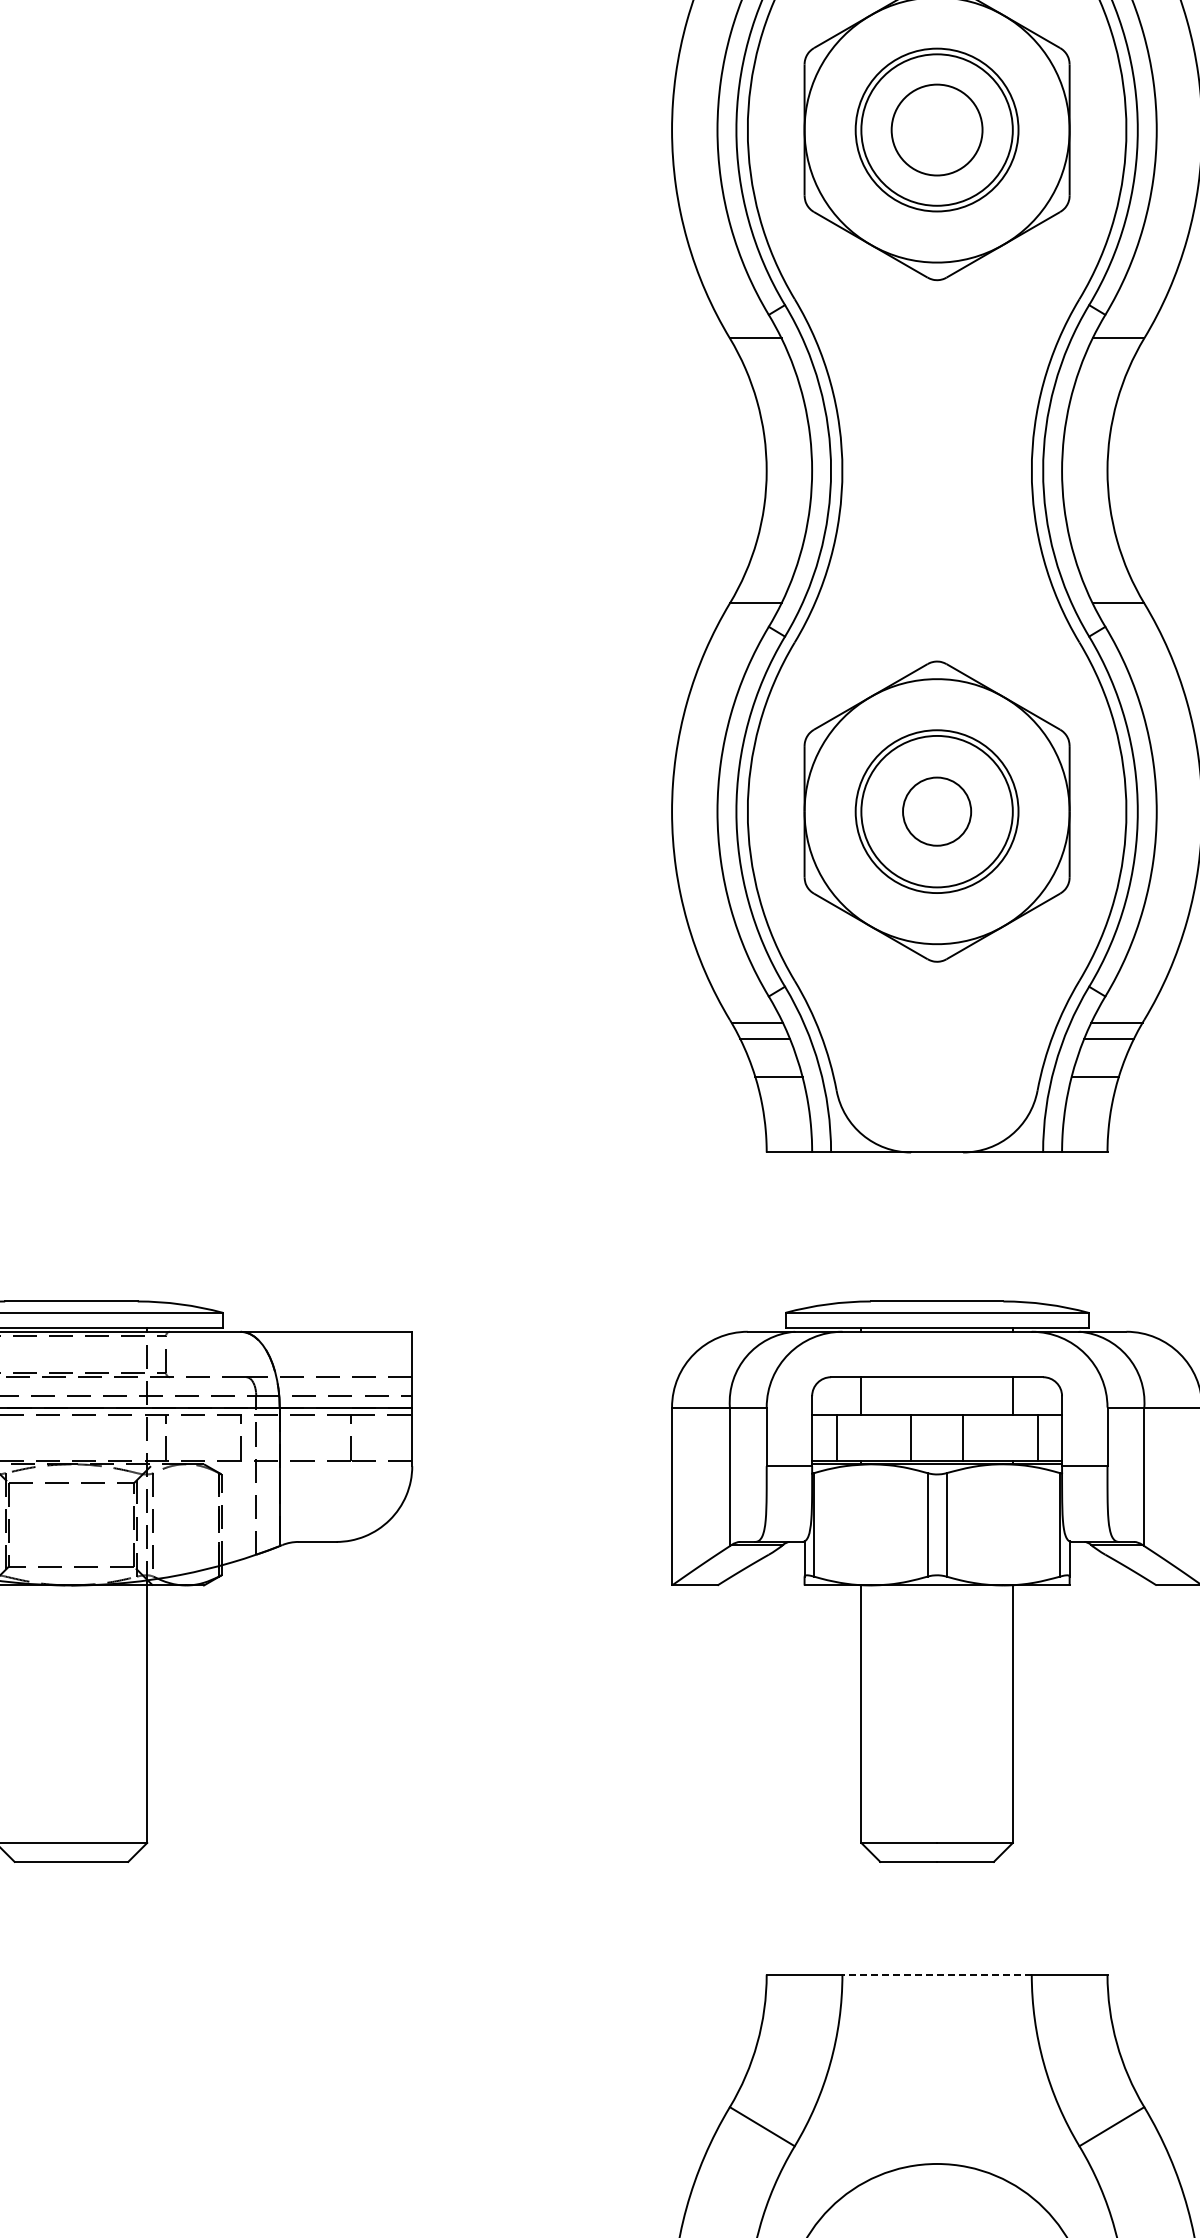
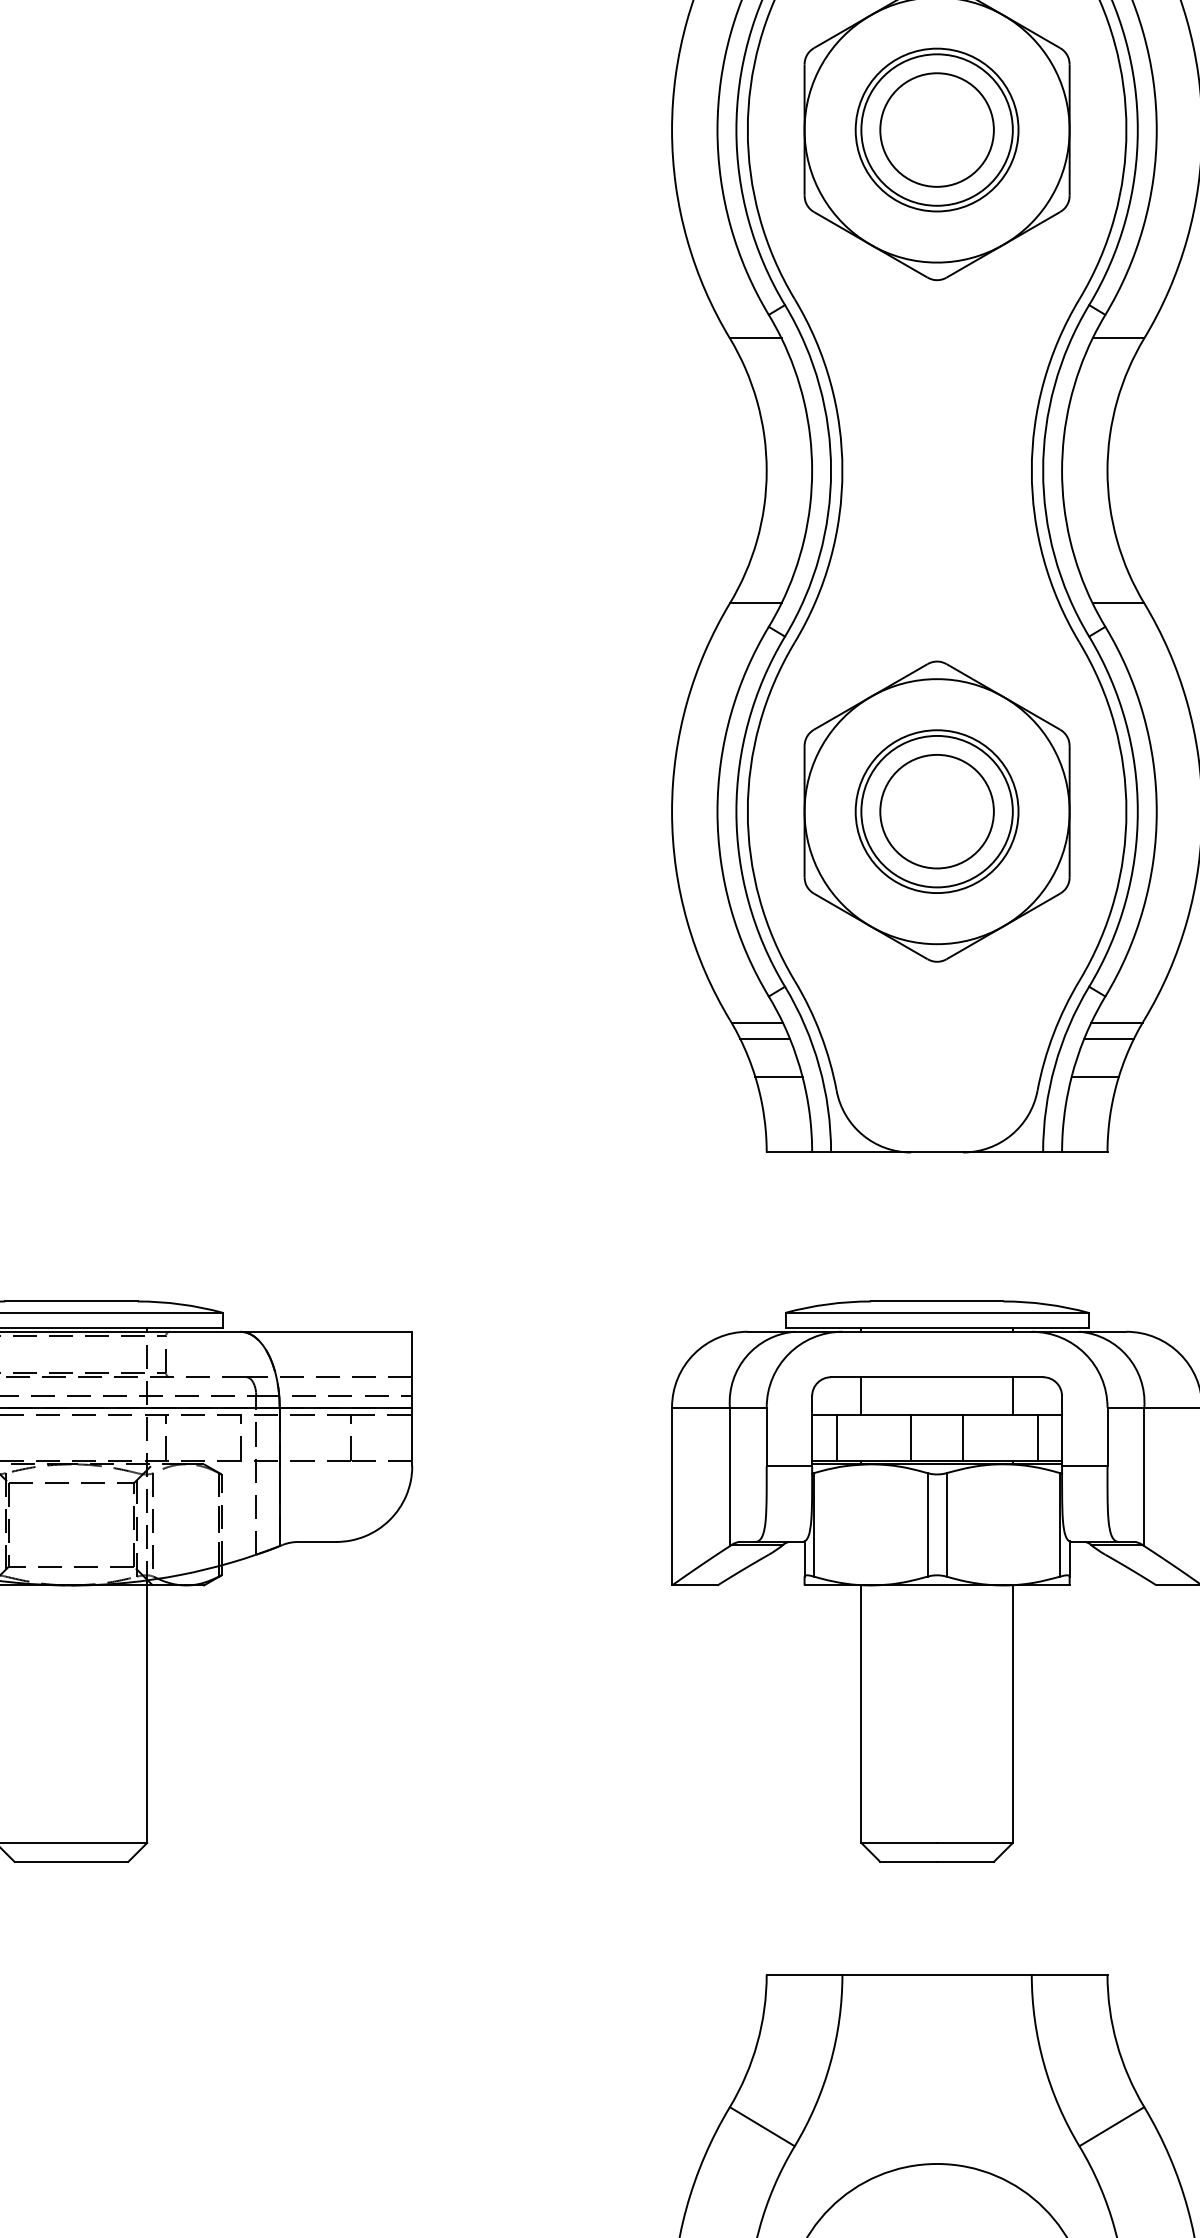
circle at (936, 129) diameter: 91 px -> 114 px
circle at (937, 811) diameter: 68 px -> 114 px
line at (937, 1974): dashed -> solid
